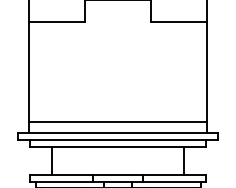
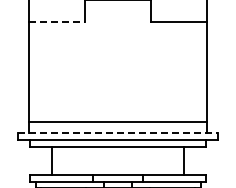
line at (57, 22): solid -> dashed
line at (118, 133): solid -> dashed
